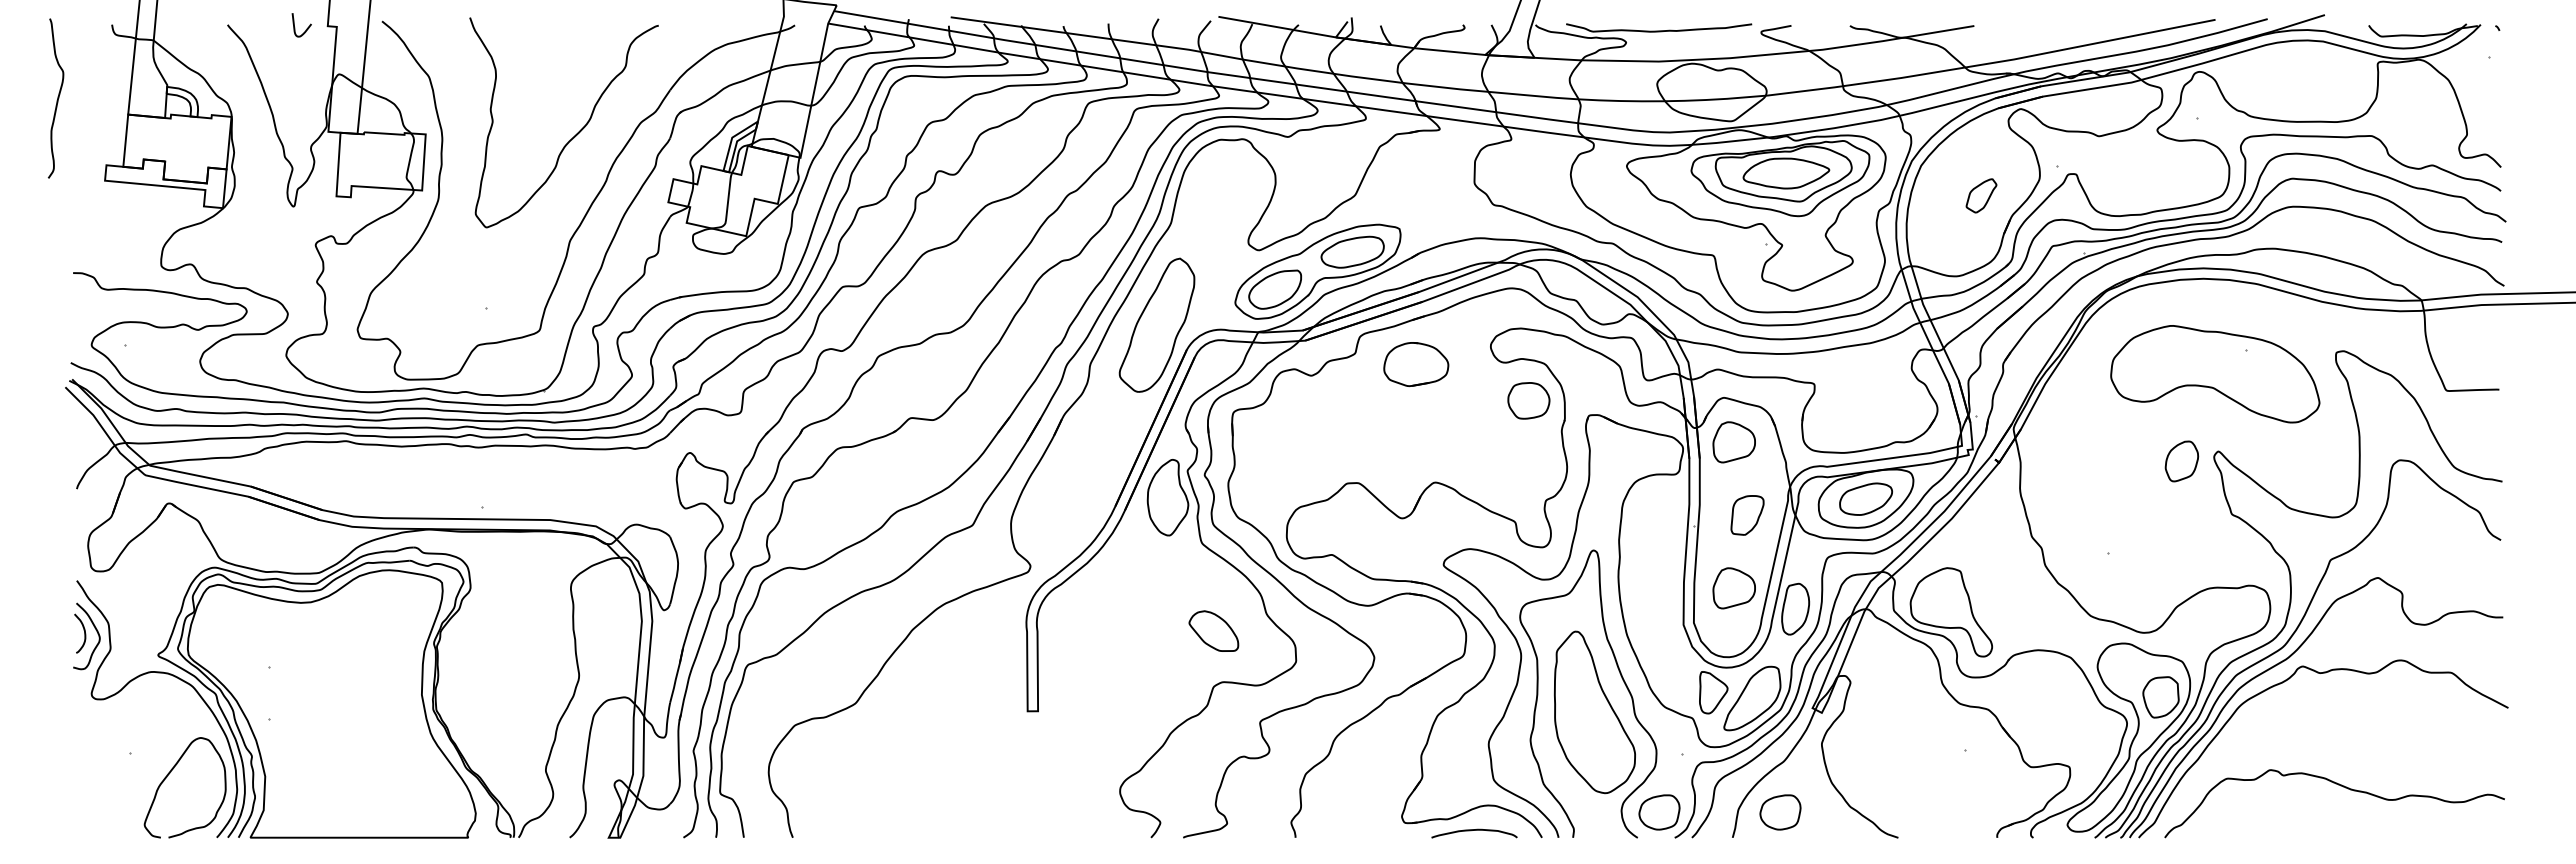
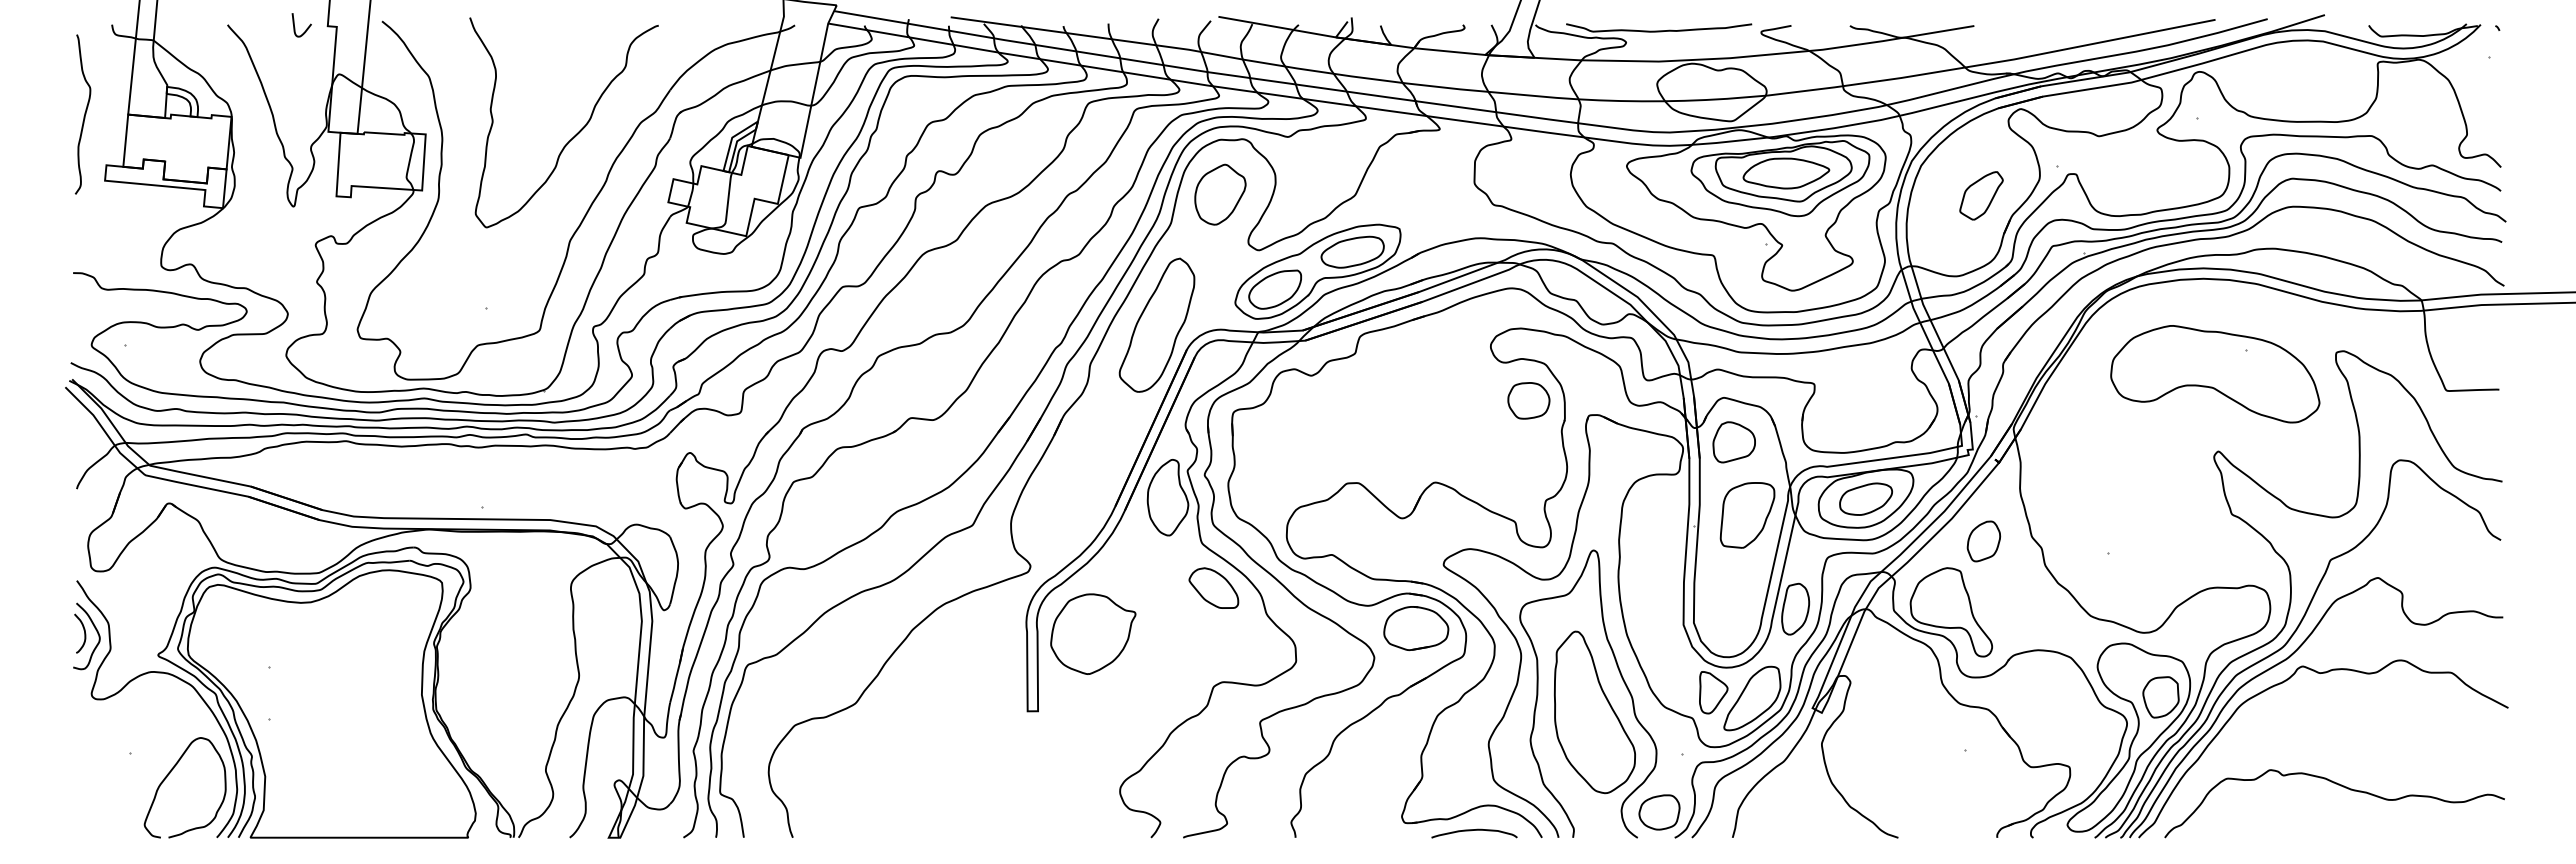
curve at (57, 98) position: (57, 98) -> (84, 114)
part at (1220, 194): none -> present
part at (1981, 195) size: 33x36 px -> 45x50 px
part at (1416, 364) position: (1416, 364) -> (1416, 628)
part at (2181, 461) position: (2181, 461) -> (1983, 541)
part at (1747, 515) size: 35x41 px -> 57x67 px
part at (1733, 588): present -> none
part at (1213, 630) position: (1213, 630) -> (1213, 587)
part at (1093, 633): none -> present
part at (1780, 812): present -> none
